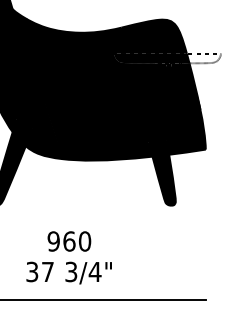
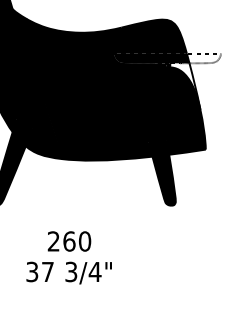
fill at (185, 85): present -> none
text at (53, 241): 960 -> 260
line at (103, 299): present -> none
